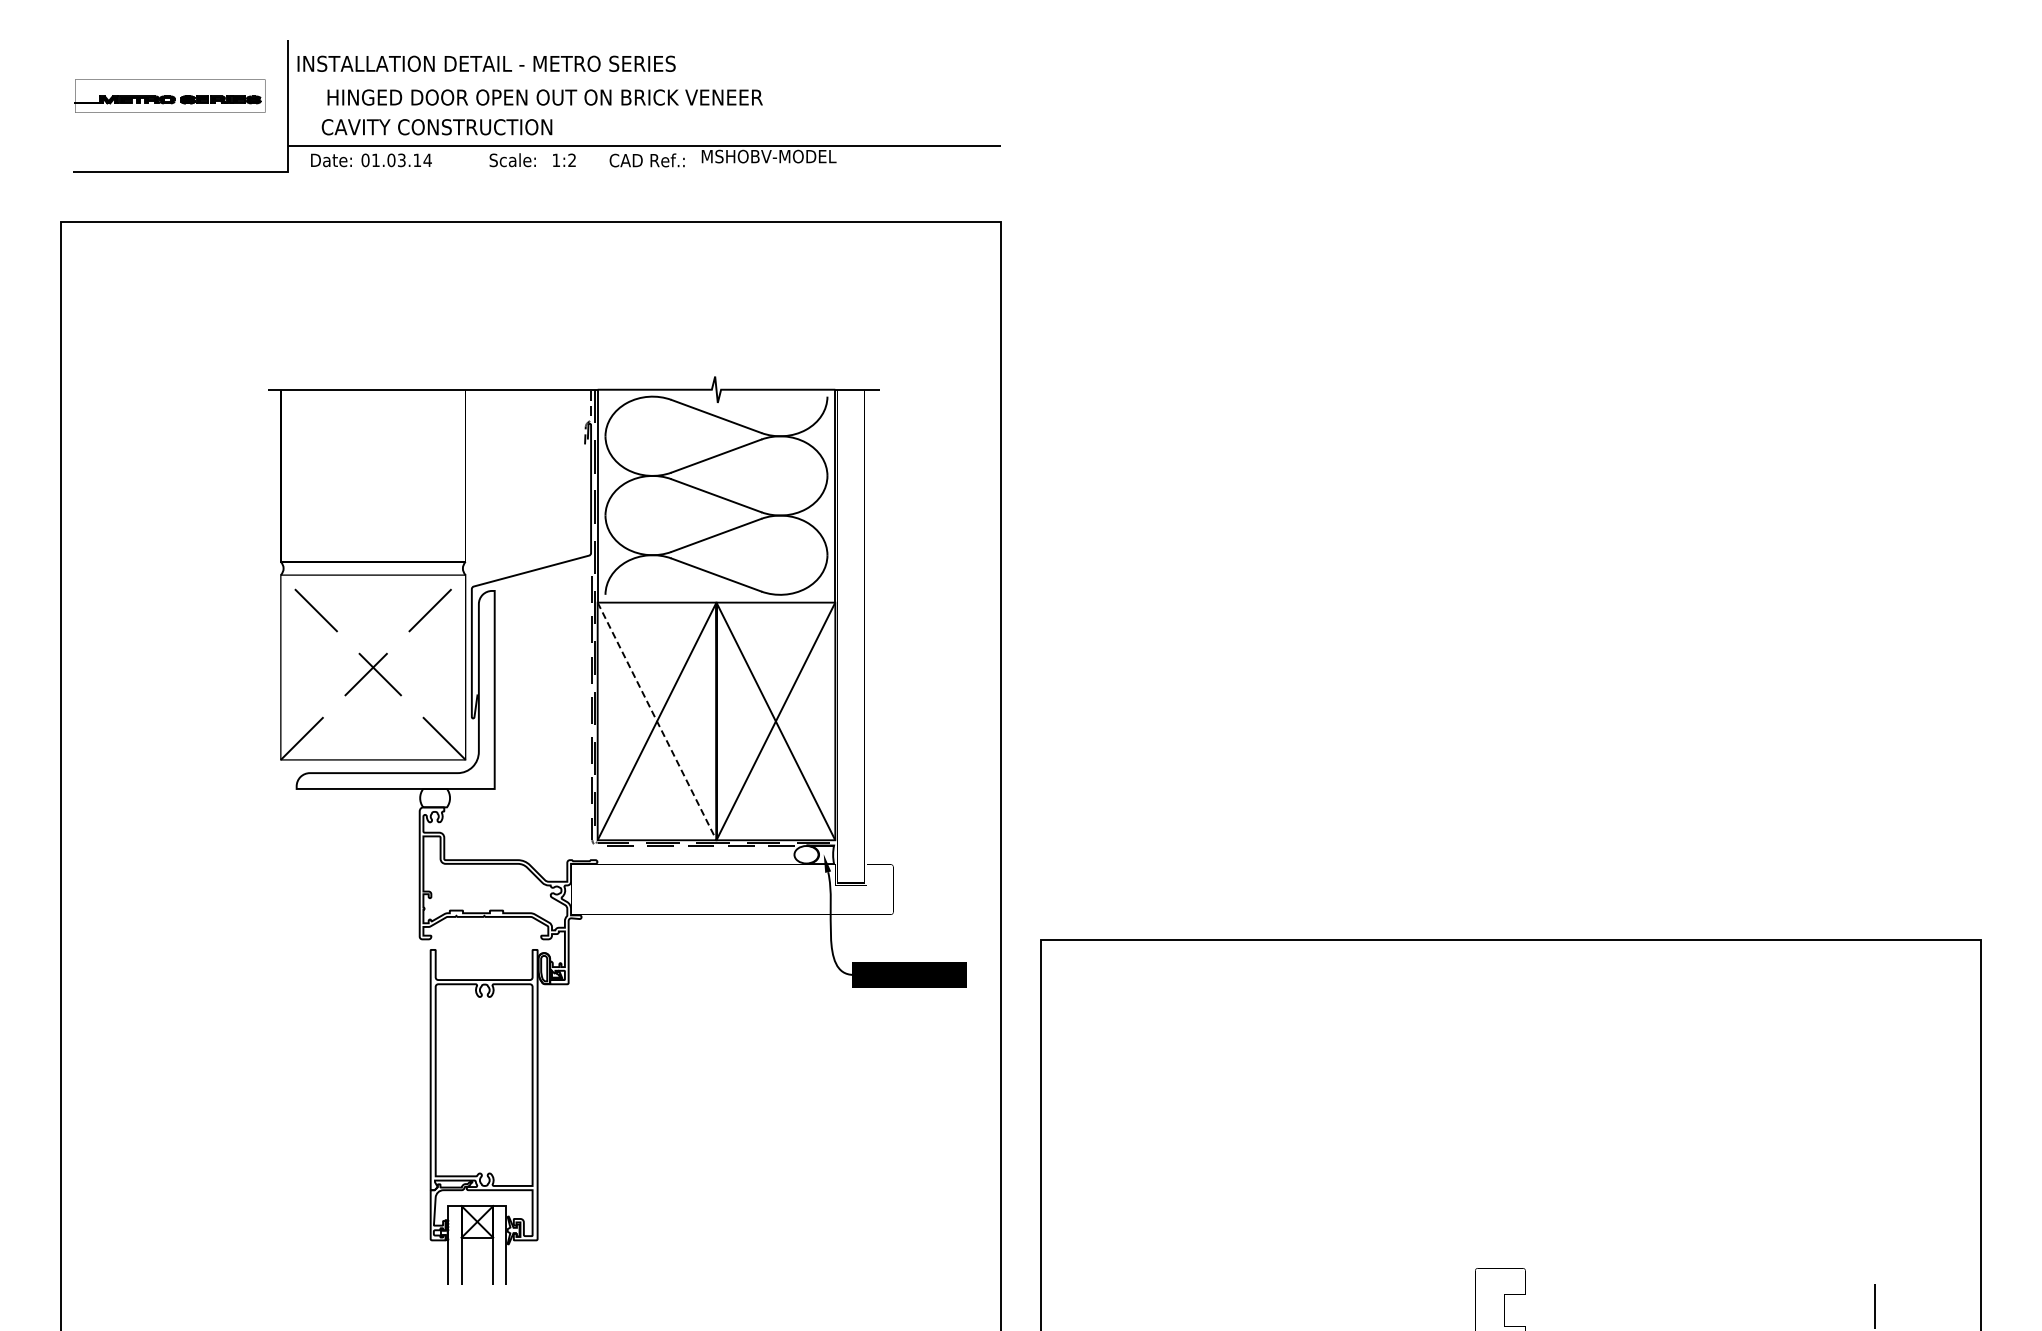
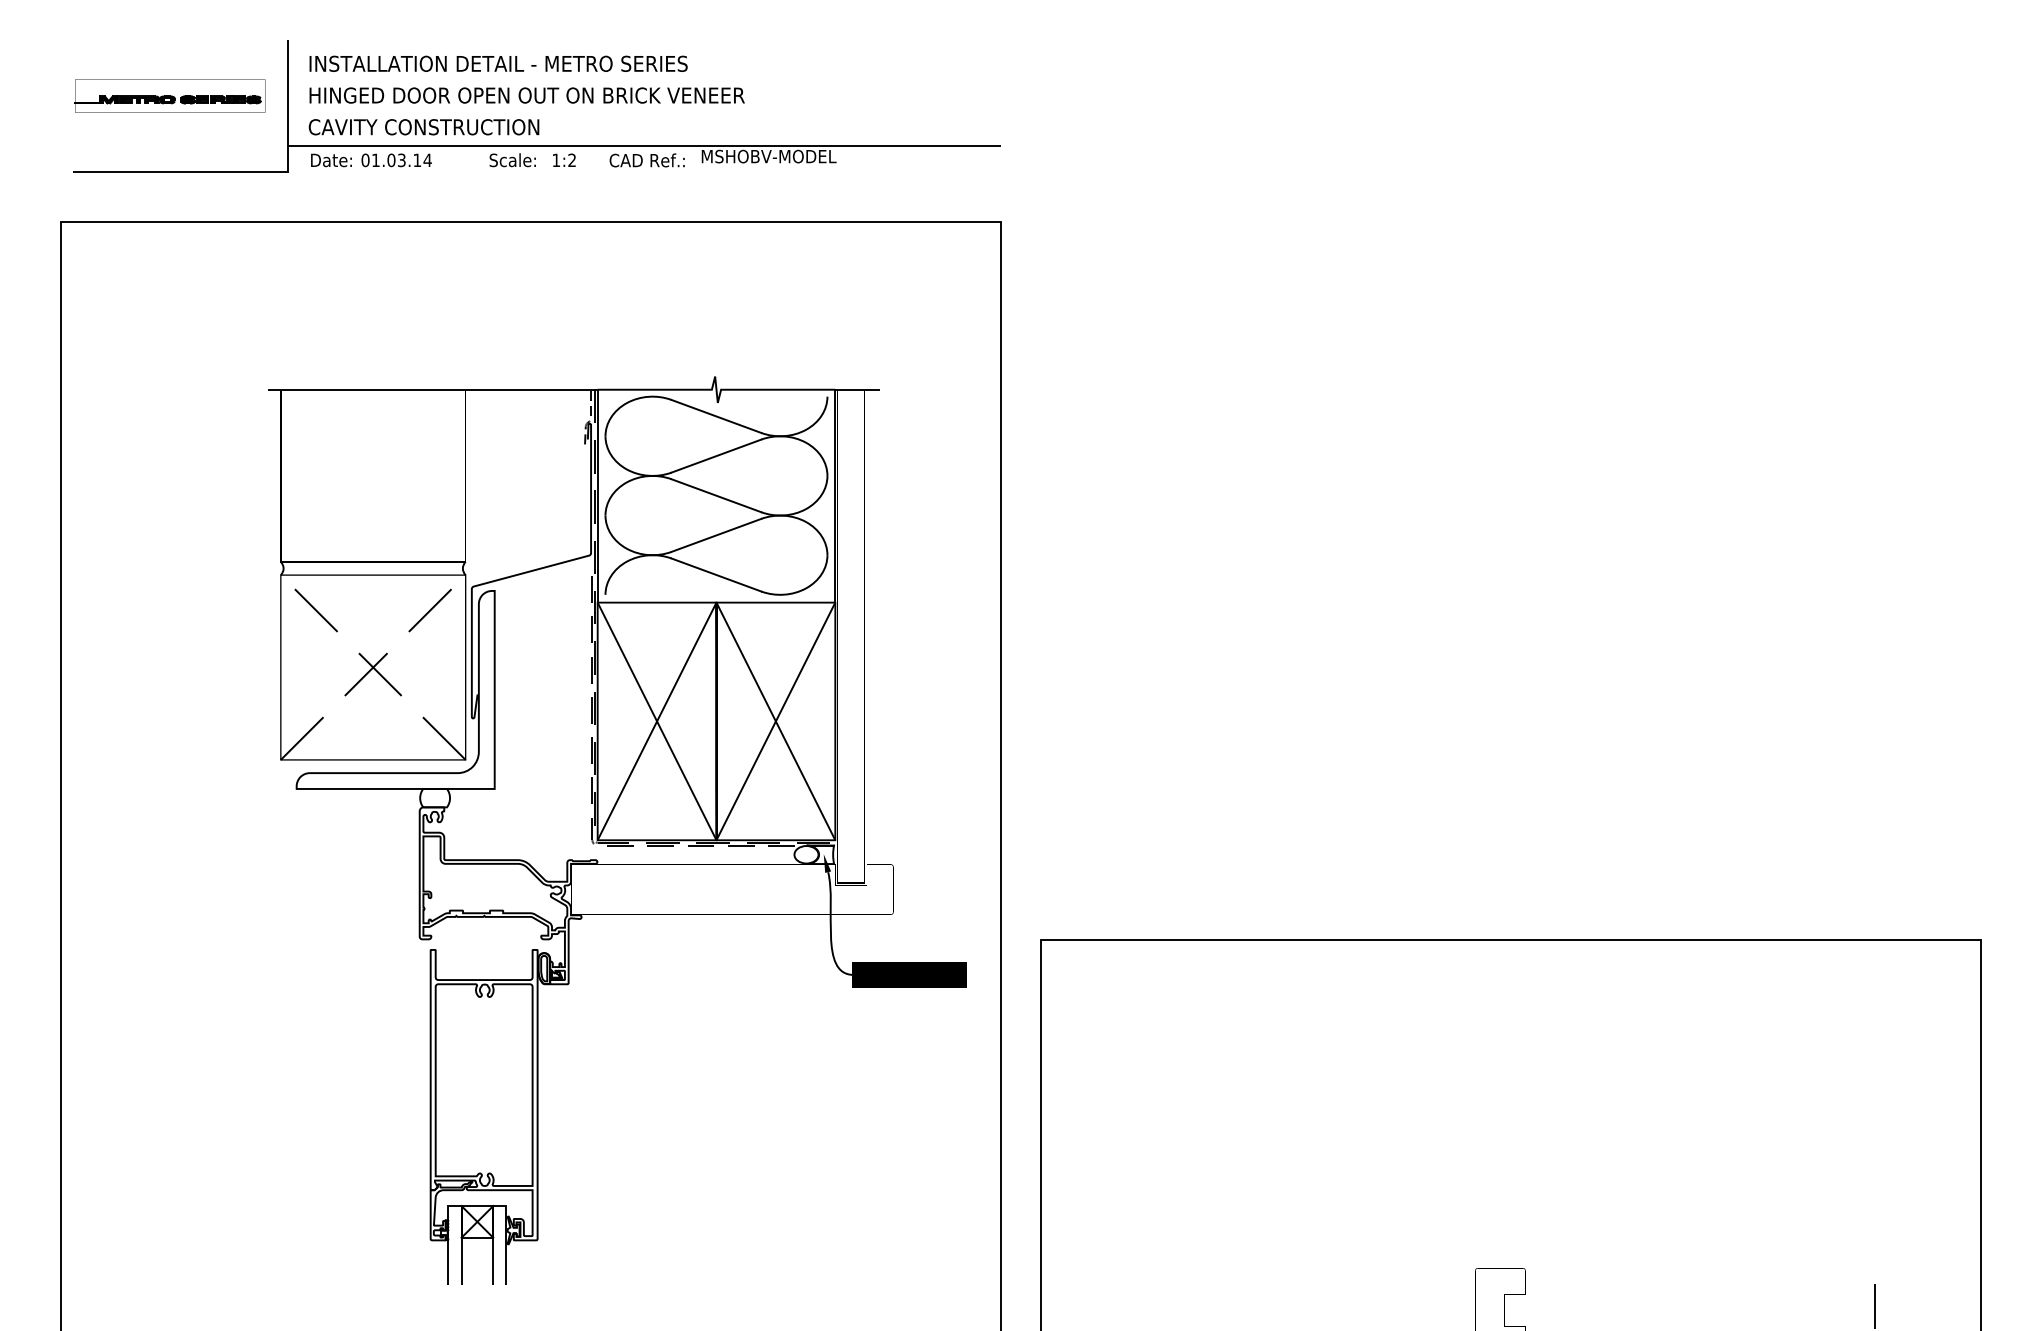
text at (486, 63) position: (486, 63) -> (498, 63)
text at (544, 97) position: (544, 97) -> (526, 95)
text at (436, 127) position: (436, 127) -> (423, 127)
line at (657, 721): dashed -> solid
